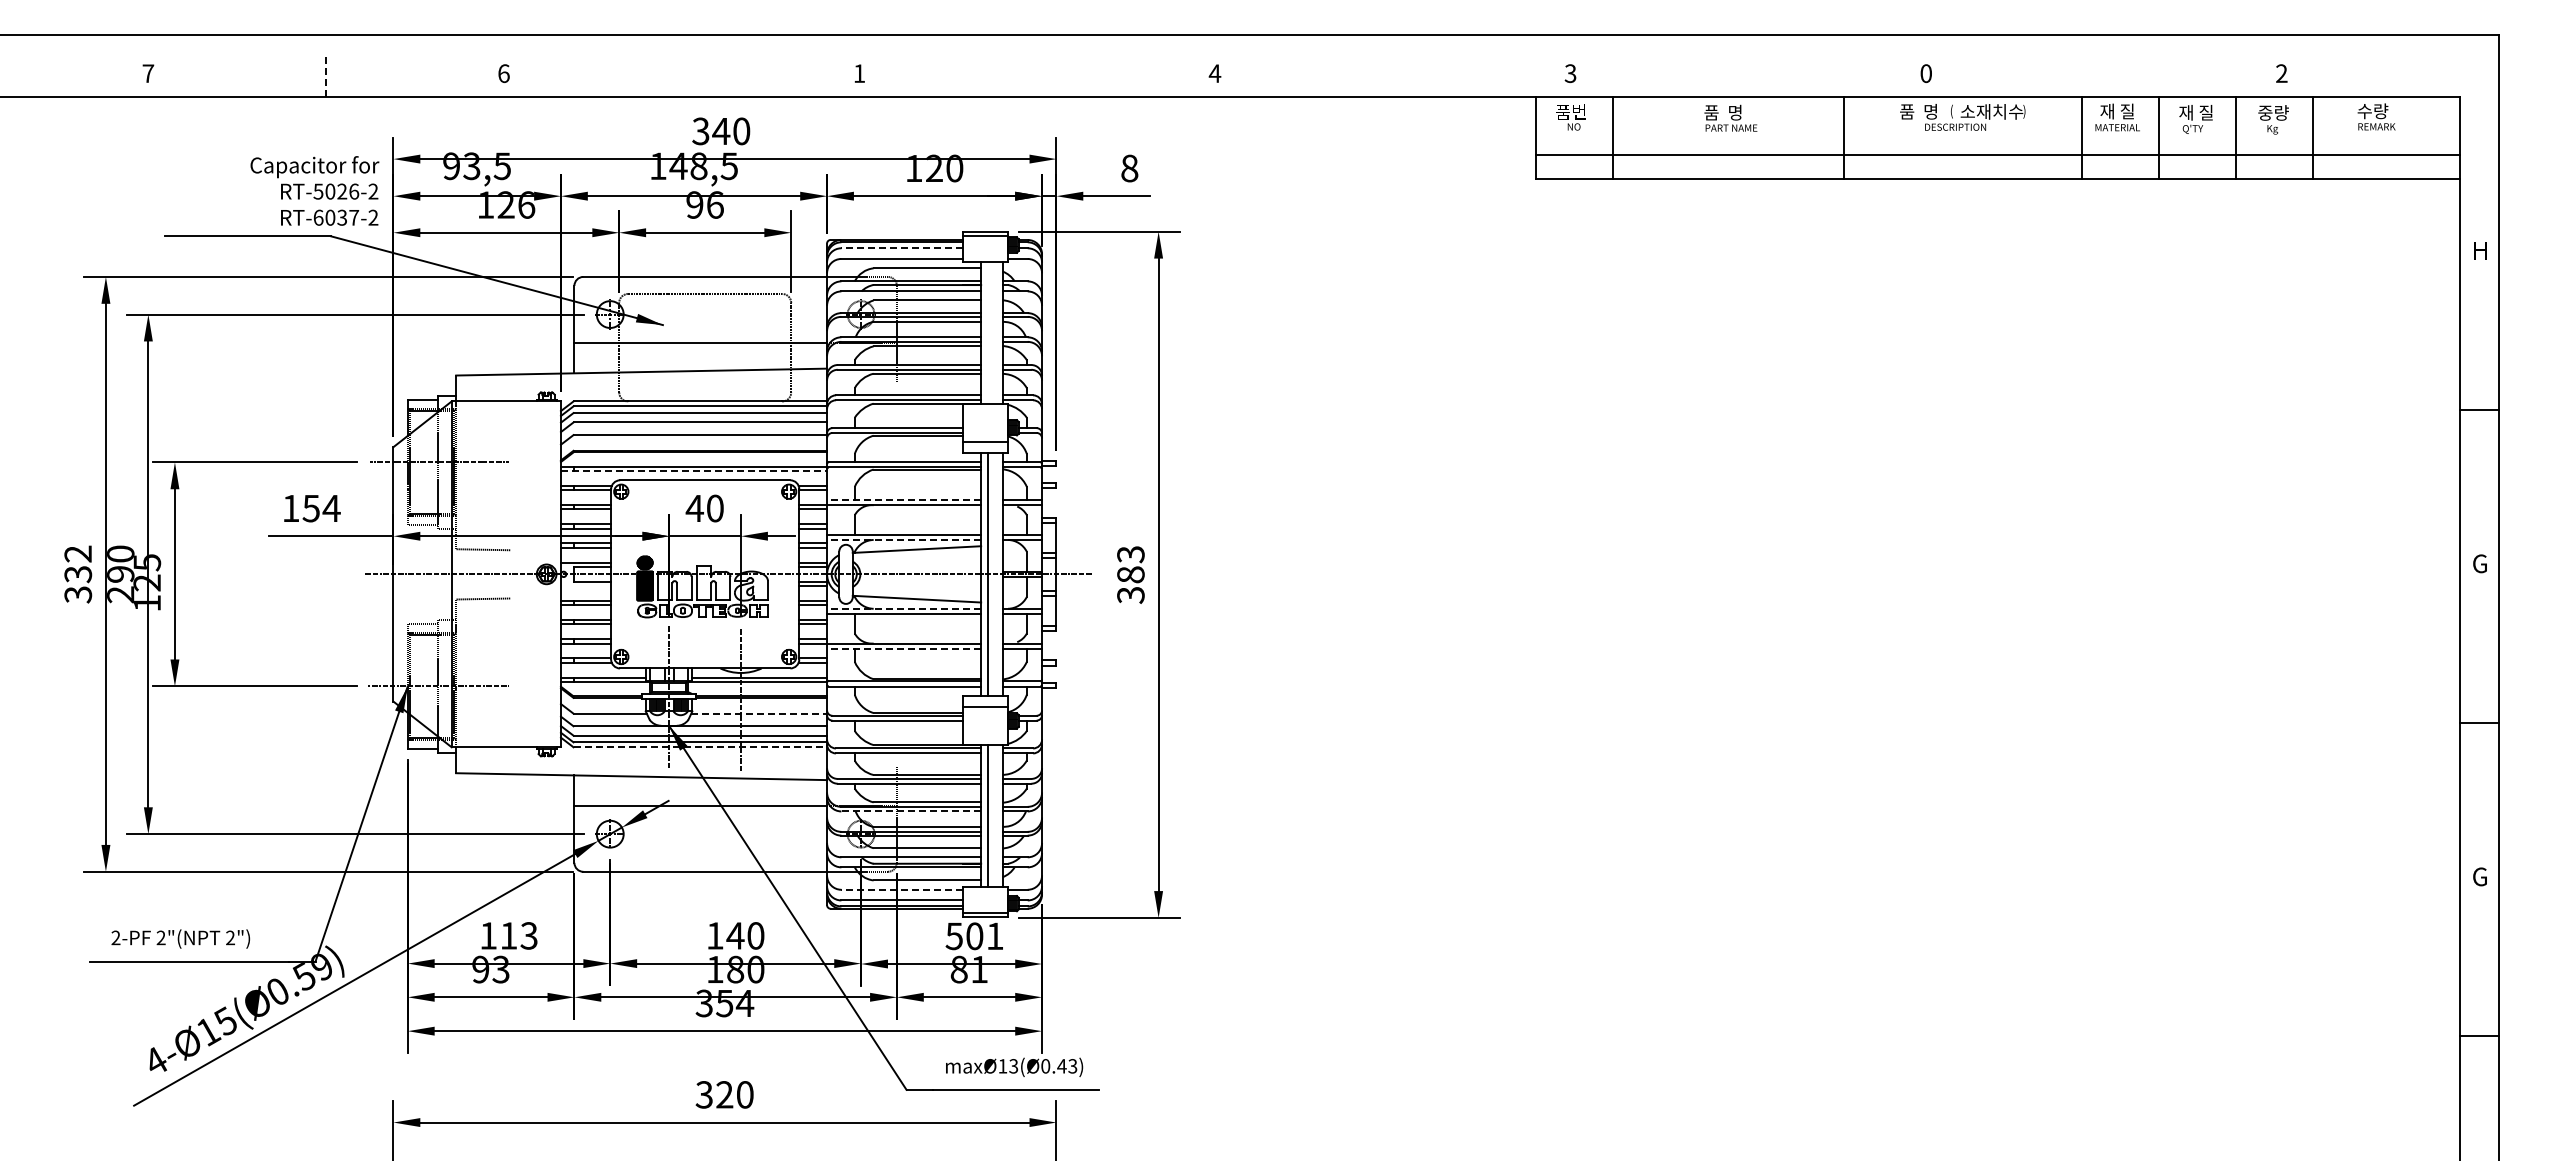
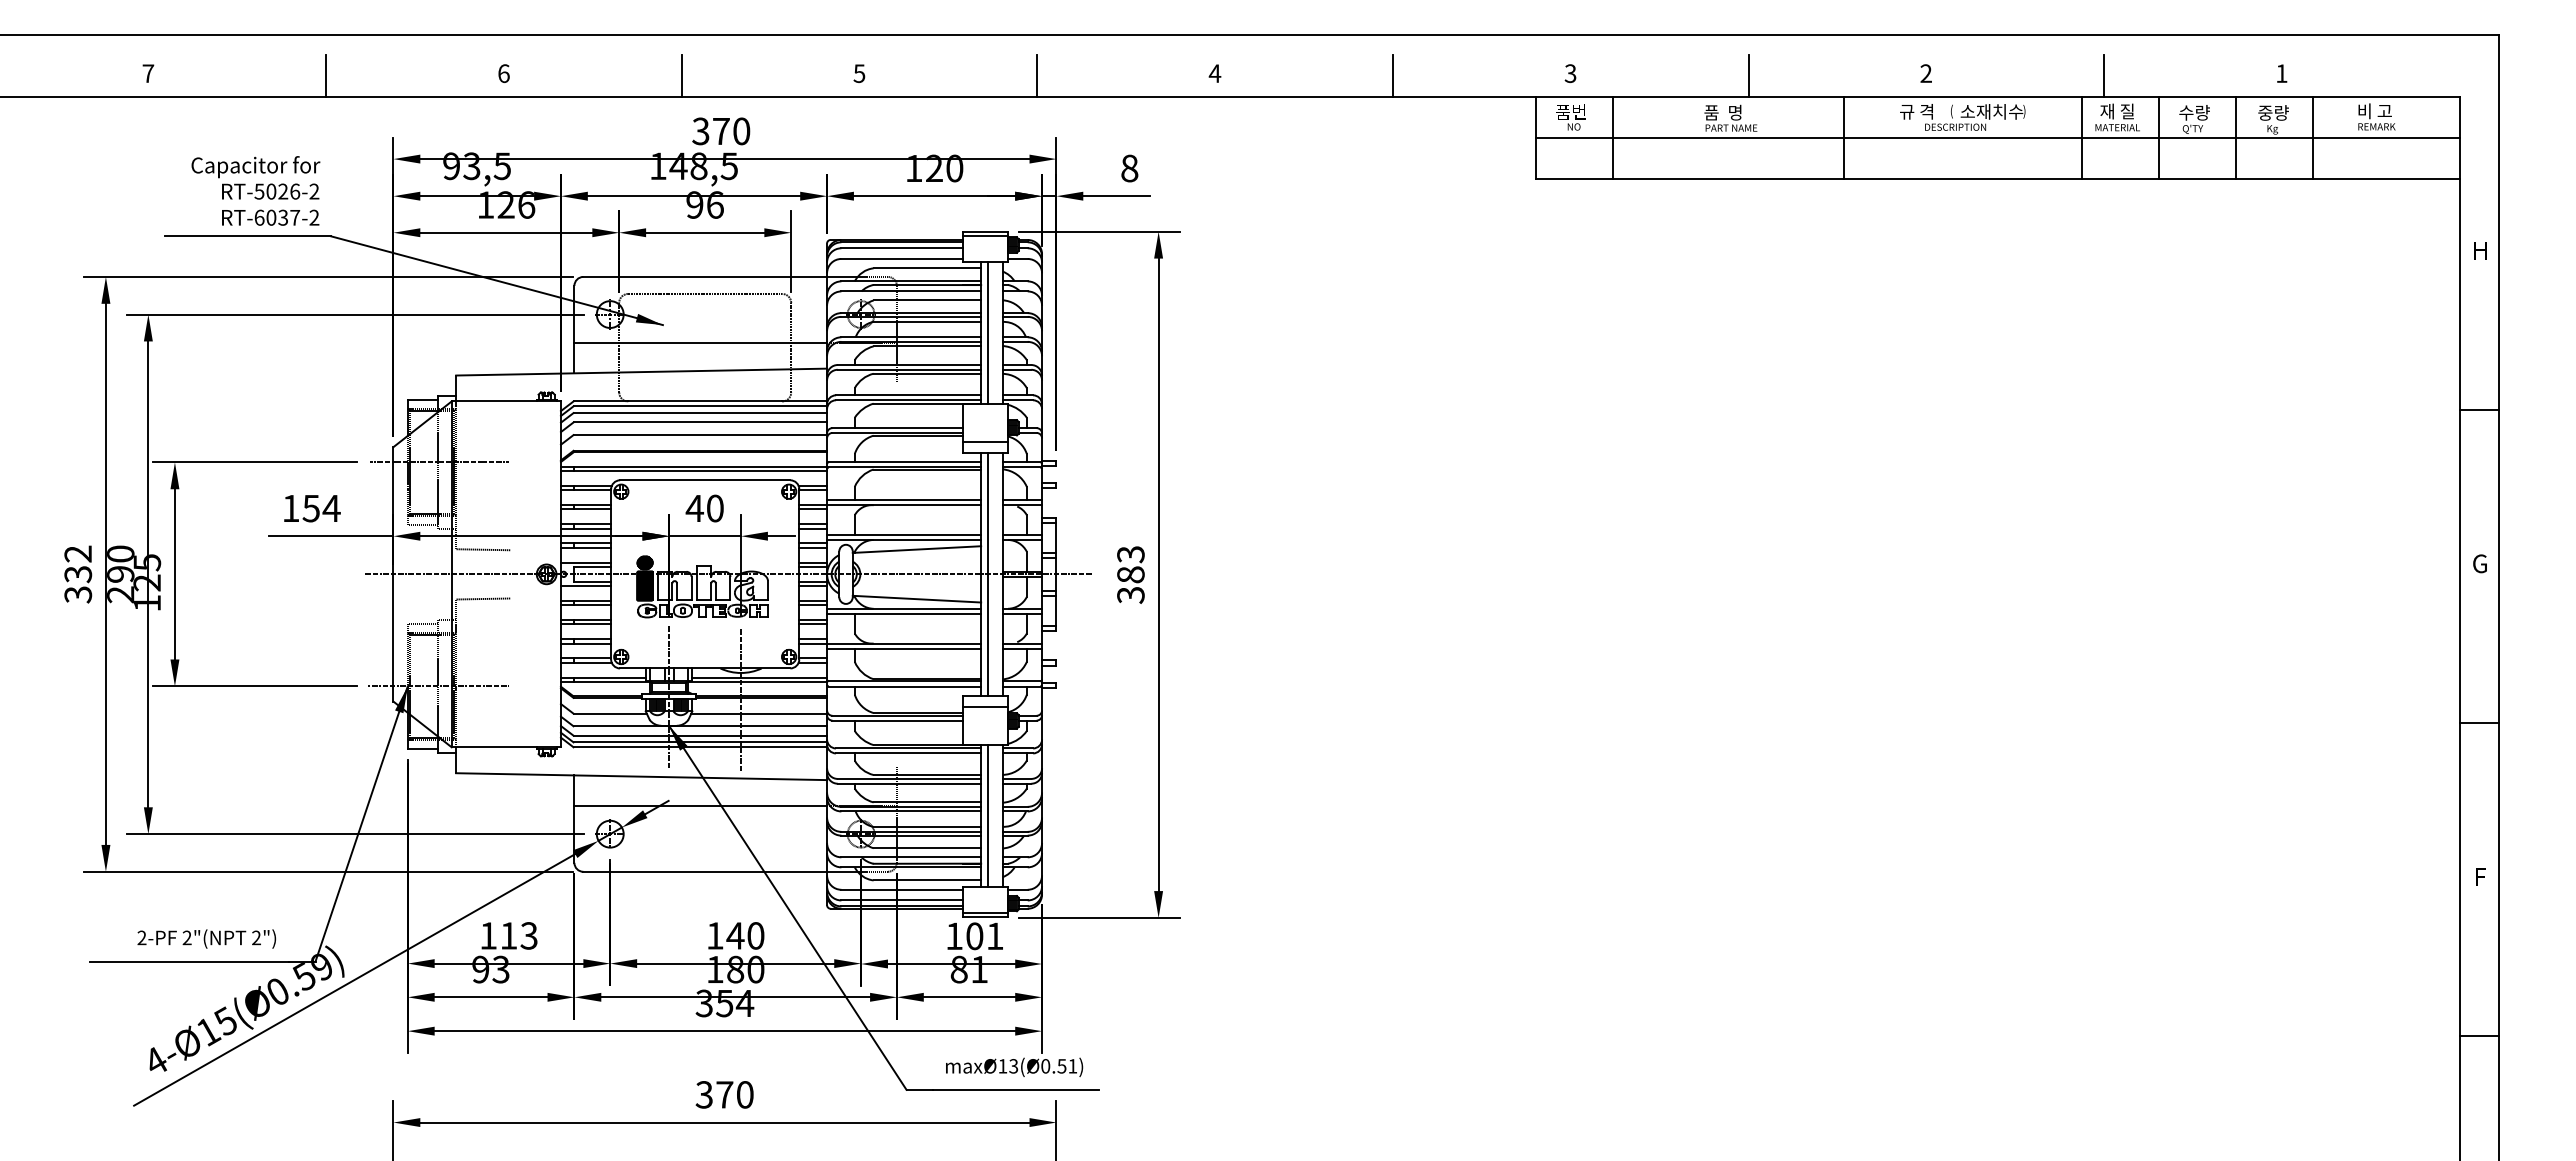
text at (859, 73): 1 -> 5
text at (1925, 73): 0 -> 2
text at (2281, 73): 2 -> 1
line at (681, 75): none -> present
line at (1037, 75): none -> present
line at (1392, 75): none -> present
line at (1748, 75): none -> present
line at (2104, 75): none -> present
line at (326, 76): dashed -> solid
text at (1918, 111): 품  명 -> 규 격
text at (2374, 111): 수량 -> 비 고
text at (2195, 112): 재 질 -> 수량
text at (721, 131): 340 -> 370
line at (1997, 154) position: (1997, 154) -> (1997, 137)
text at (314, 190) position: (314, 190) -> (255, 190)
line at (902, 248): dashed -> solid
line at (987, 332): none -> present
line at (694, 471): dashed -> solid
line at (903, 499): dashed -> solid
line at (903, 539): dashed -> solid
line at (585, 586): none -> present
line at (903, 608): dashed -> solid
line at (903, 648): dashed -> solid
line at (759, 713): dashed -> solid
line at (700, 747): dashed -> solid
line at (911, 811): dashed -> solid
text at (2479, 876): G -> F
line at (902, 889): dashed -> solid
text at (953, 936): 501 -> 101
text at (180, 938) position: (180, 938) -> (206, 938)
text at (1067, 1066): maxØ13(Ø0.43) -> maxØ13(Ø0.51)
text at (724, 1094): 320 -> 370
